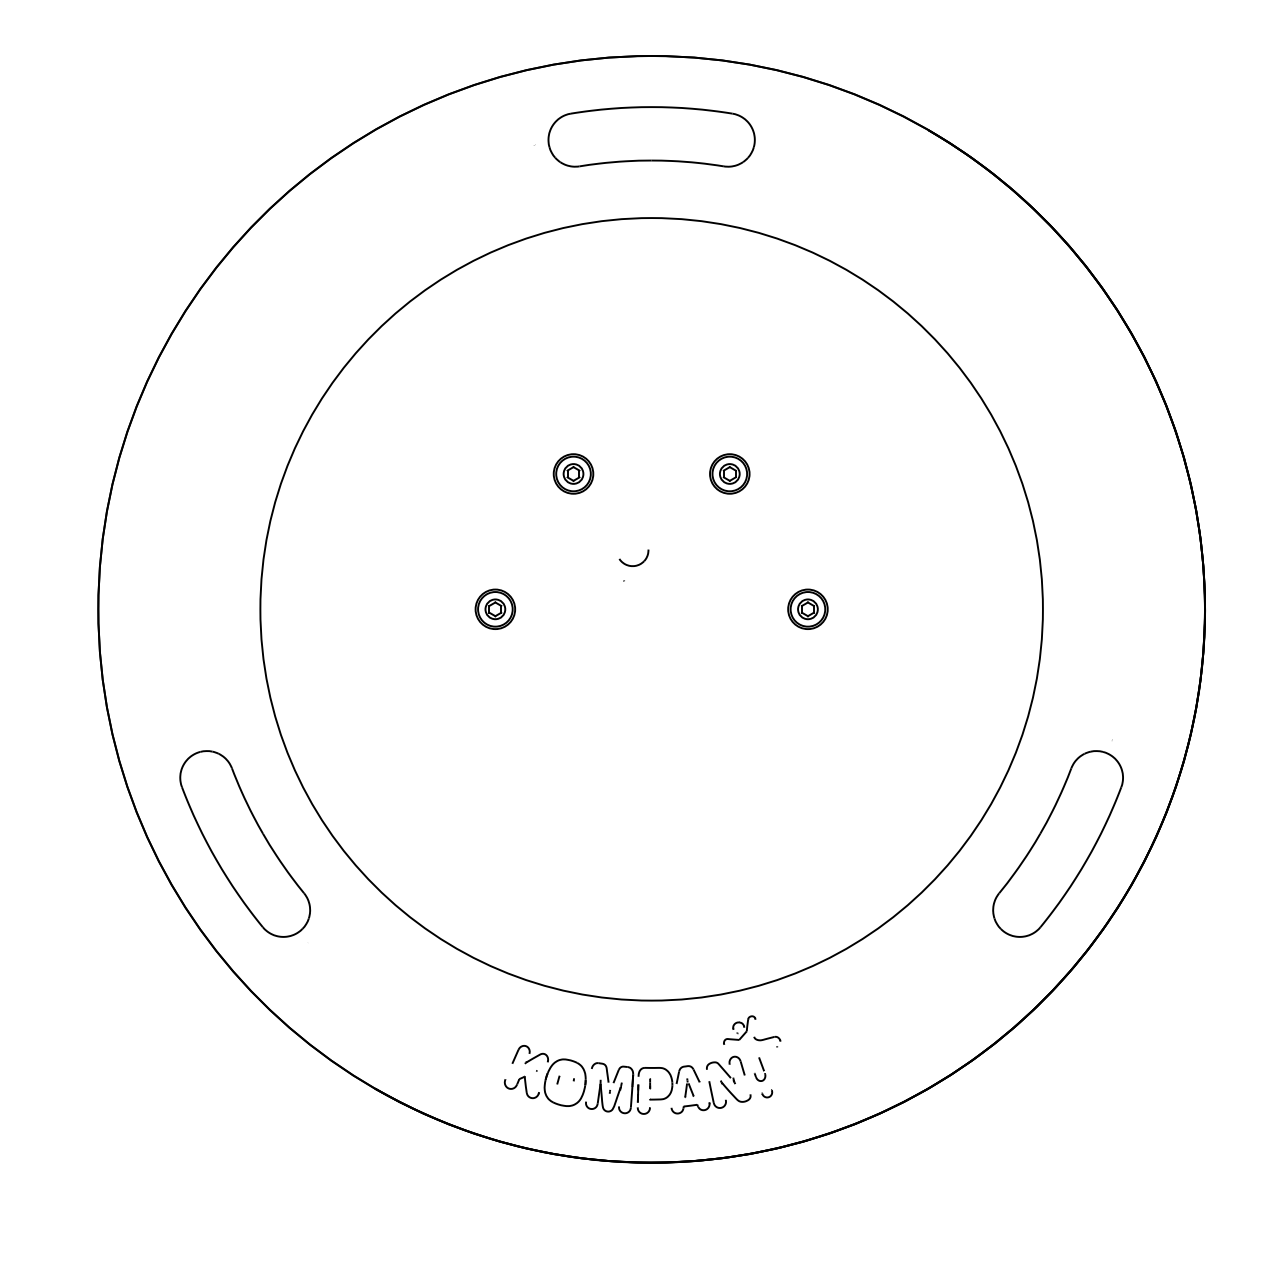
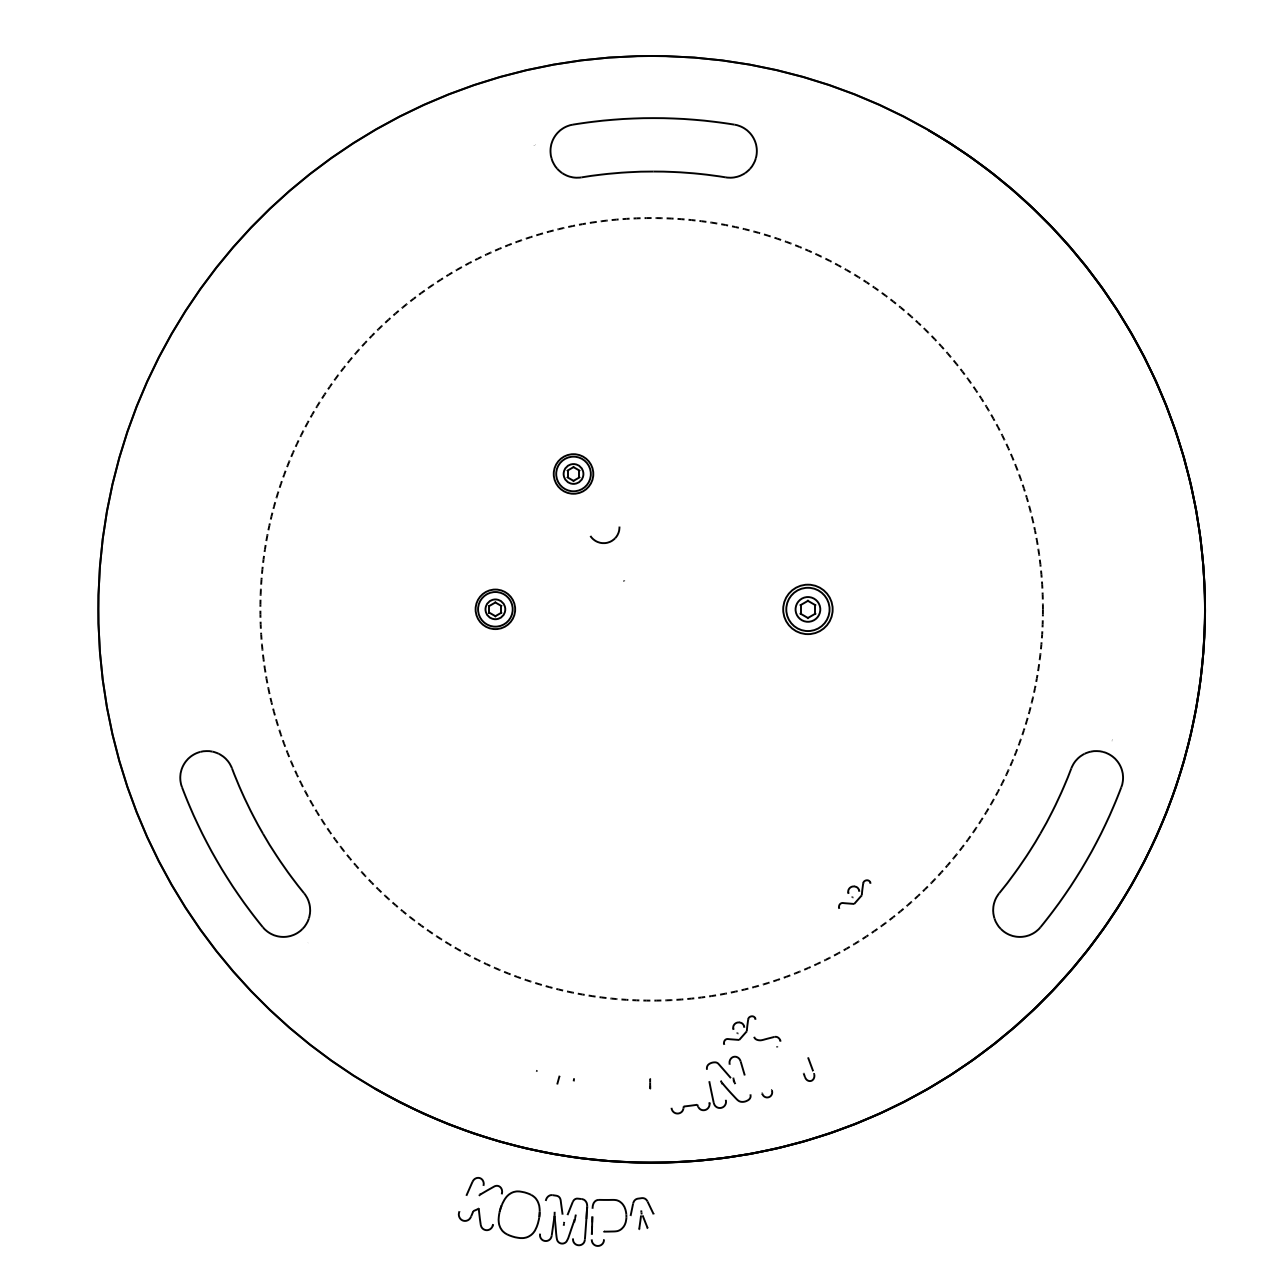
part at (651, 136) position: (651, 136) -> (653, 147)
part at (729, 473): present -> none
part at (636, 564) position: (636, 564) -> (607, 541)
part at (807, 608) size: 42x42 px -> 52x52 px
circle at (651, 609): solid -> dashed
part at (854, 893): none -> present
part at (759, 1069) position: (759, 1069) -> (808, 1069)
part at (601, 1079) position: (601, 1079) -> (555, 1211)
